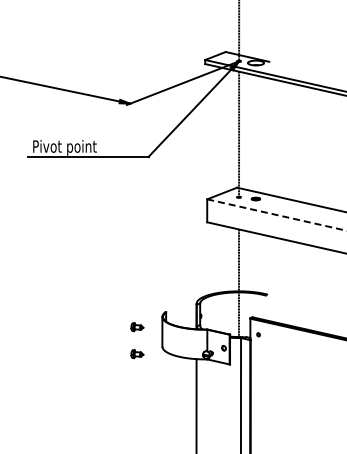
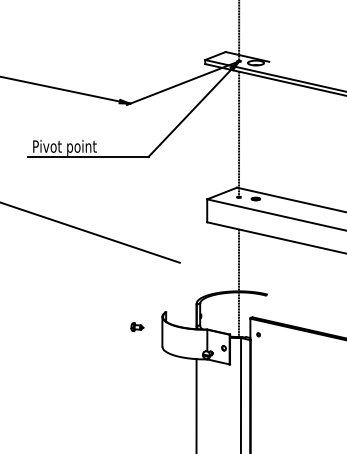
line at (277, 215): dashed -> solid
line at (90, 232): none -> present
part at (137, 354): present -> none
